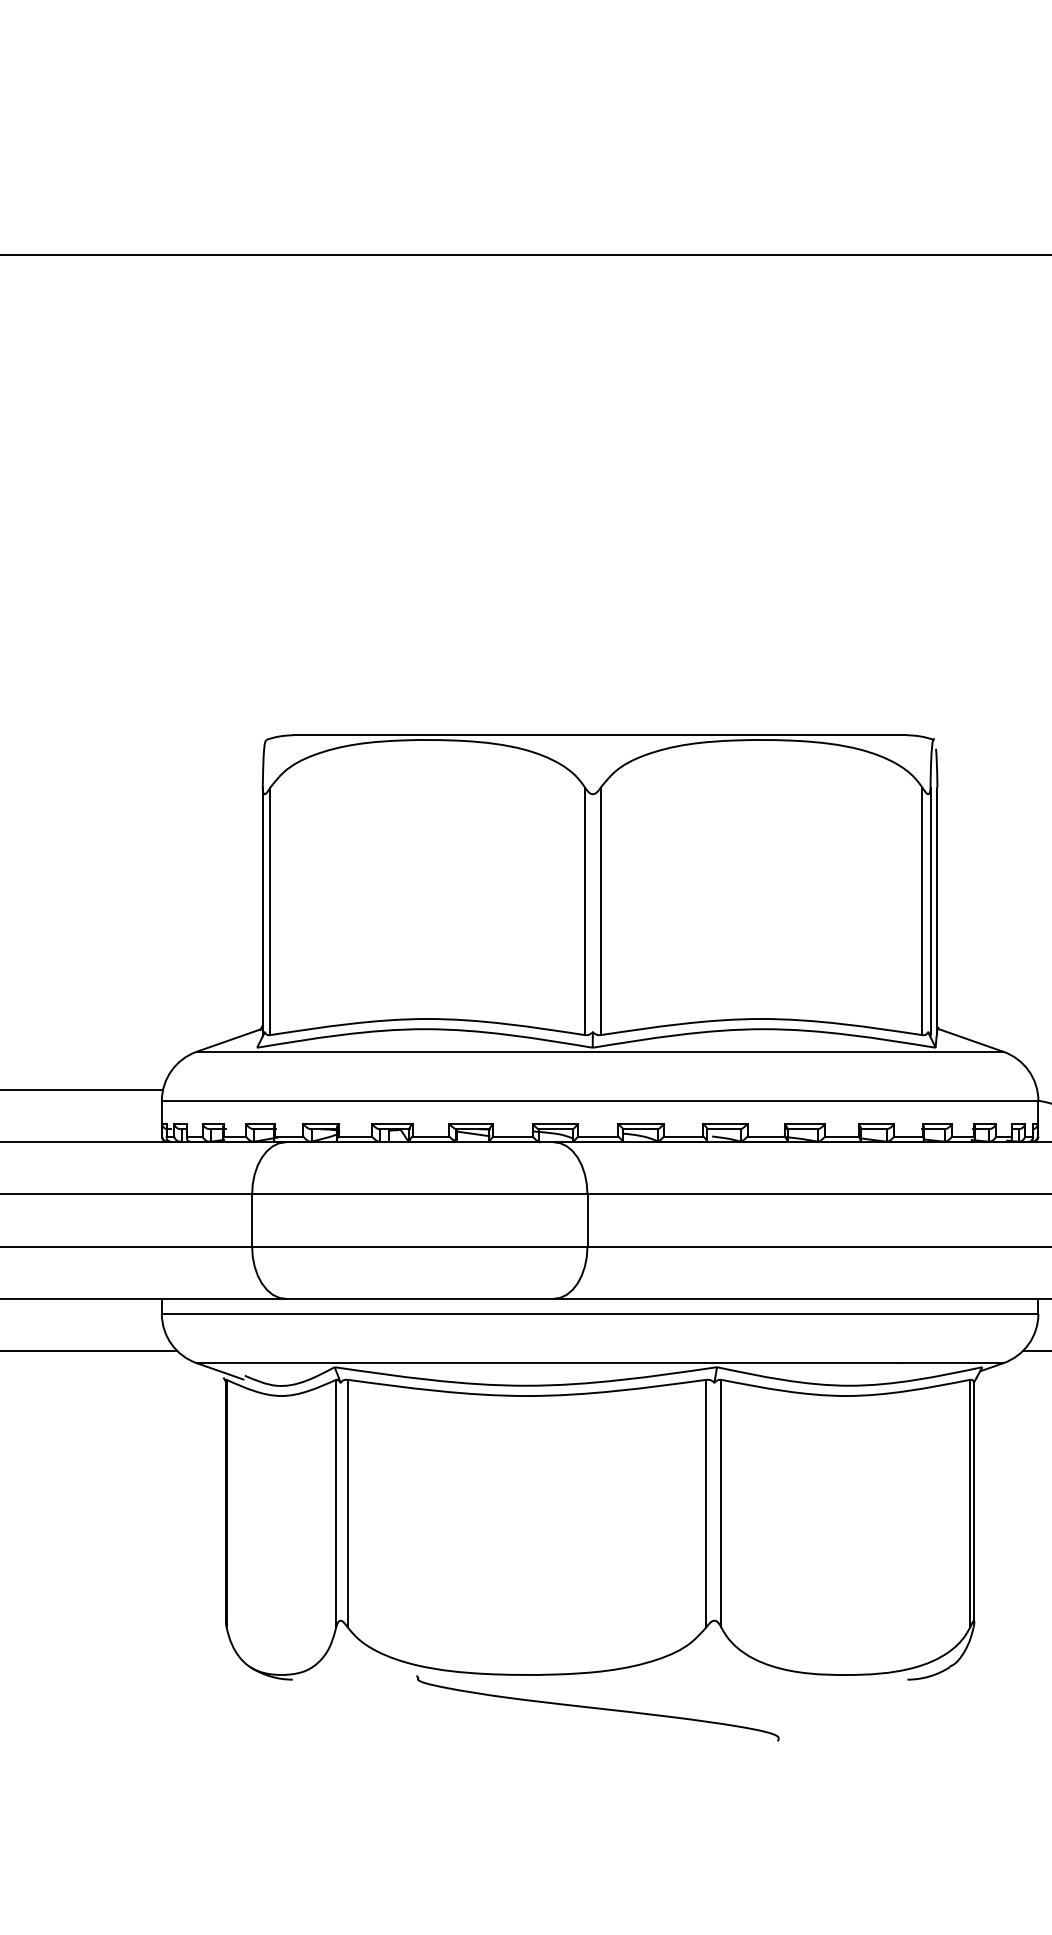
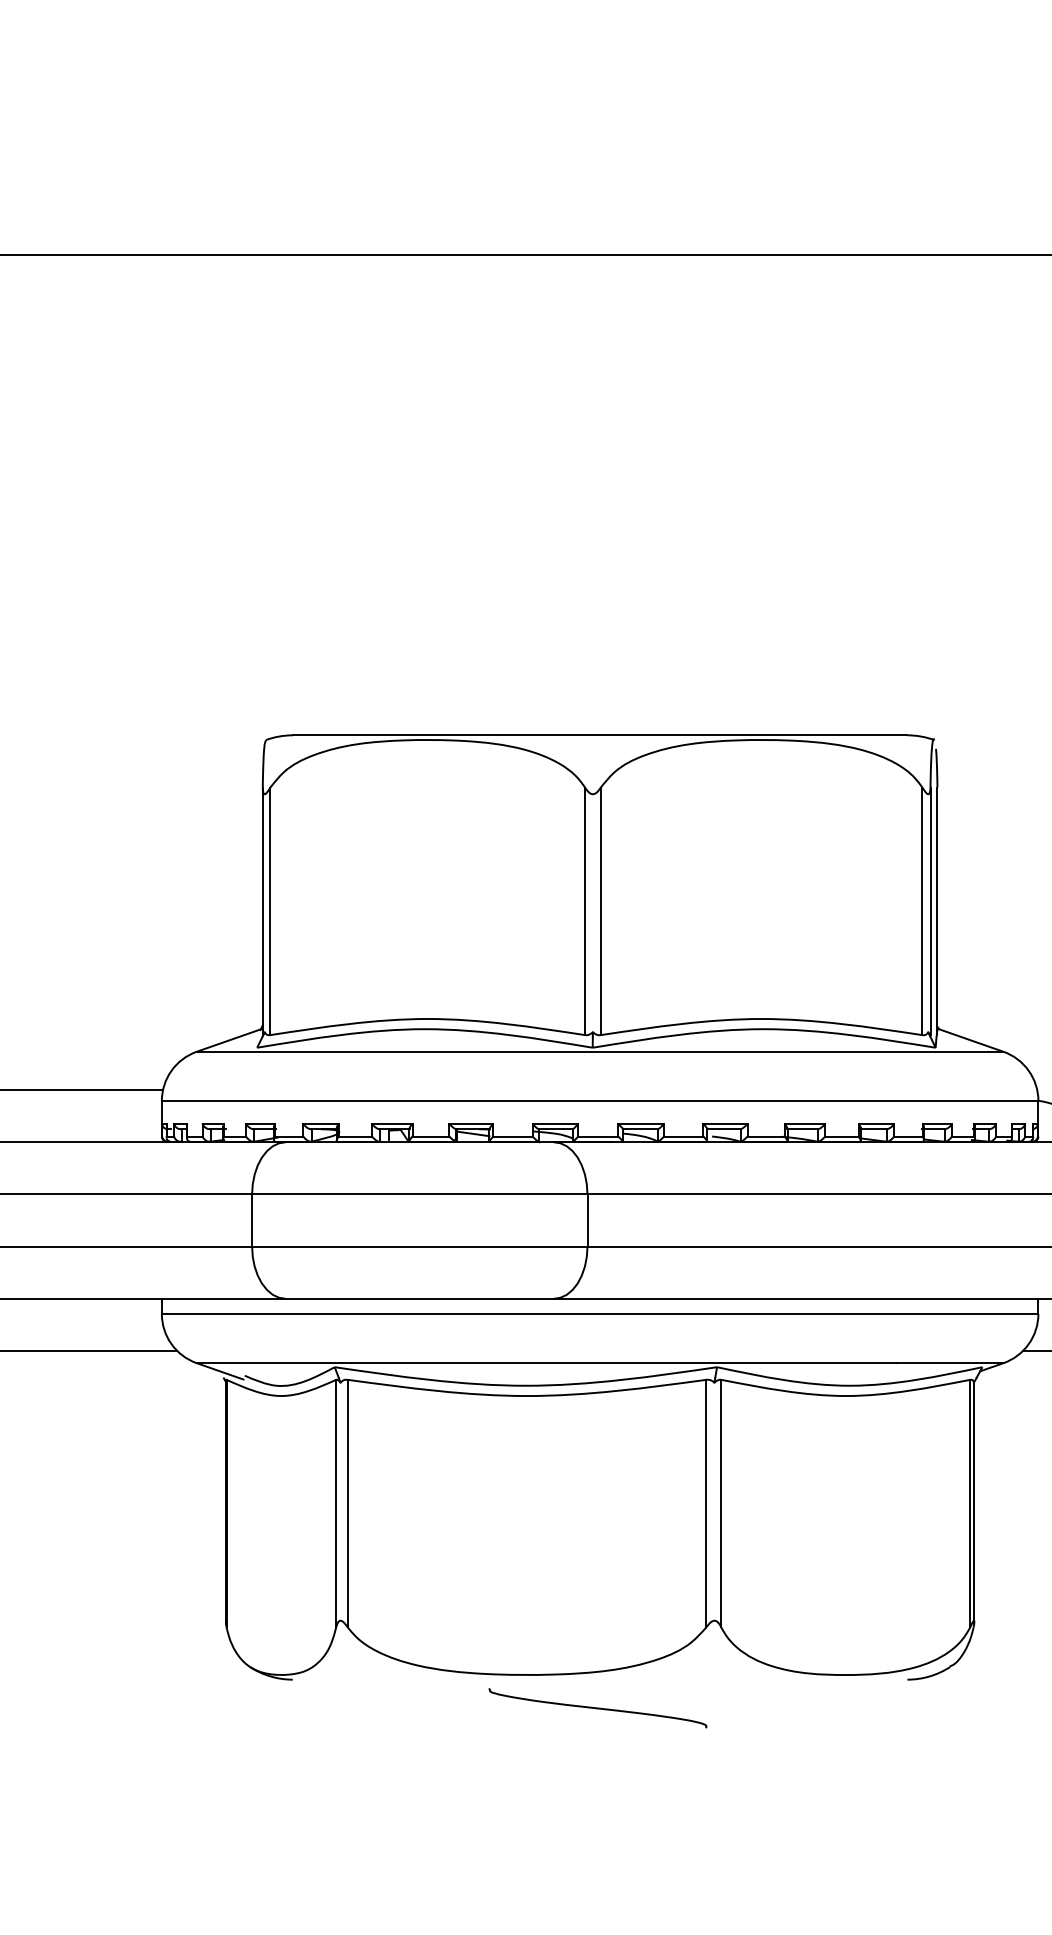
part at (597, 1708) size: 364x67 px -> 220x41 px
